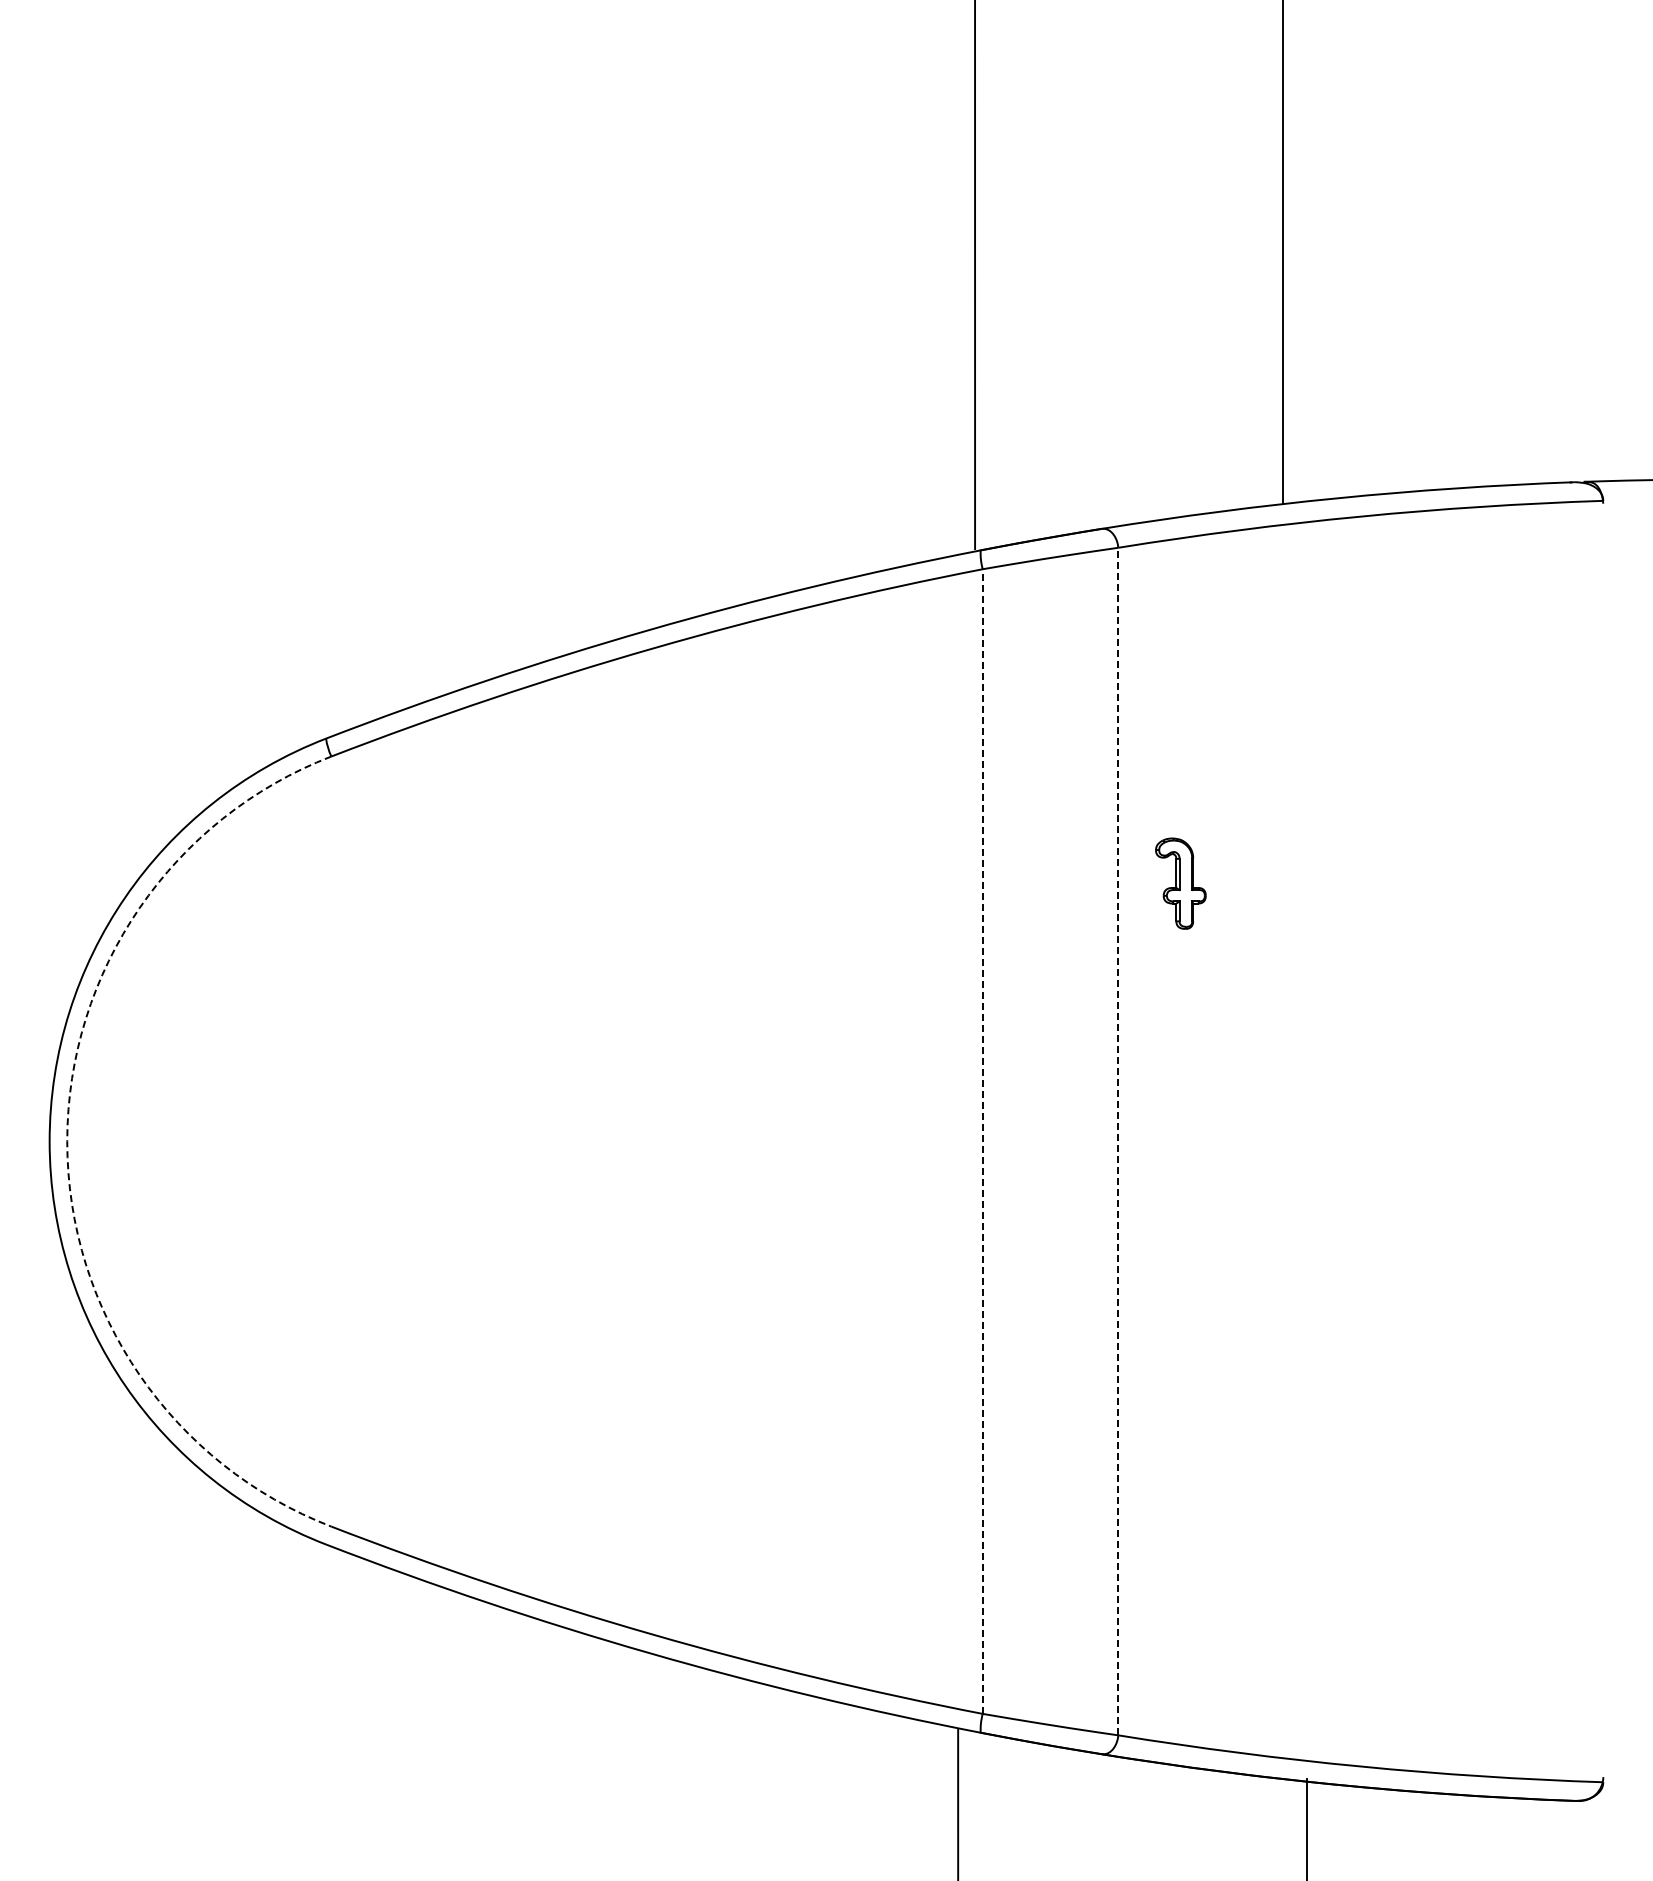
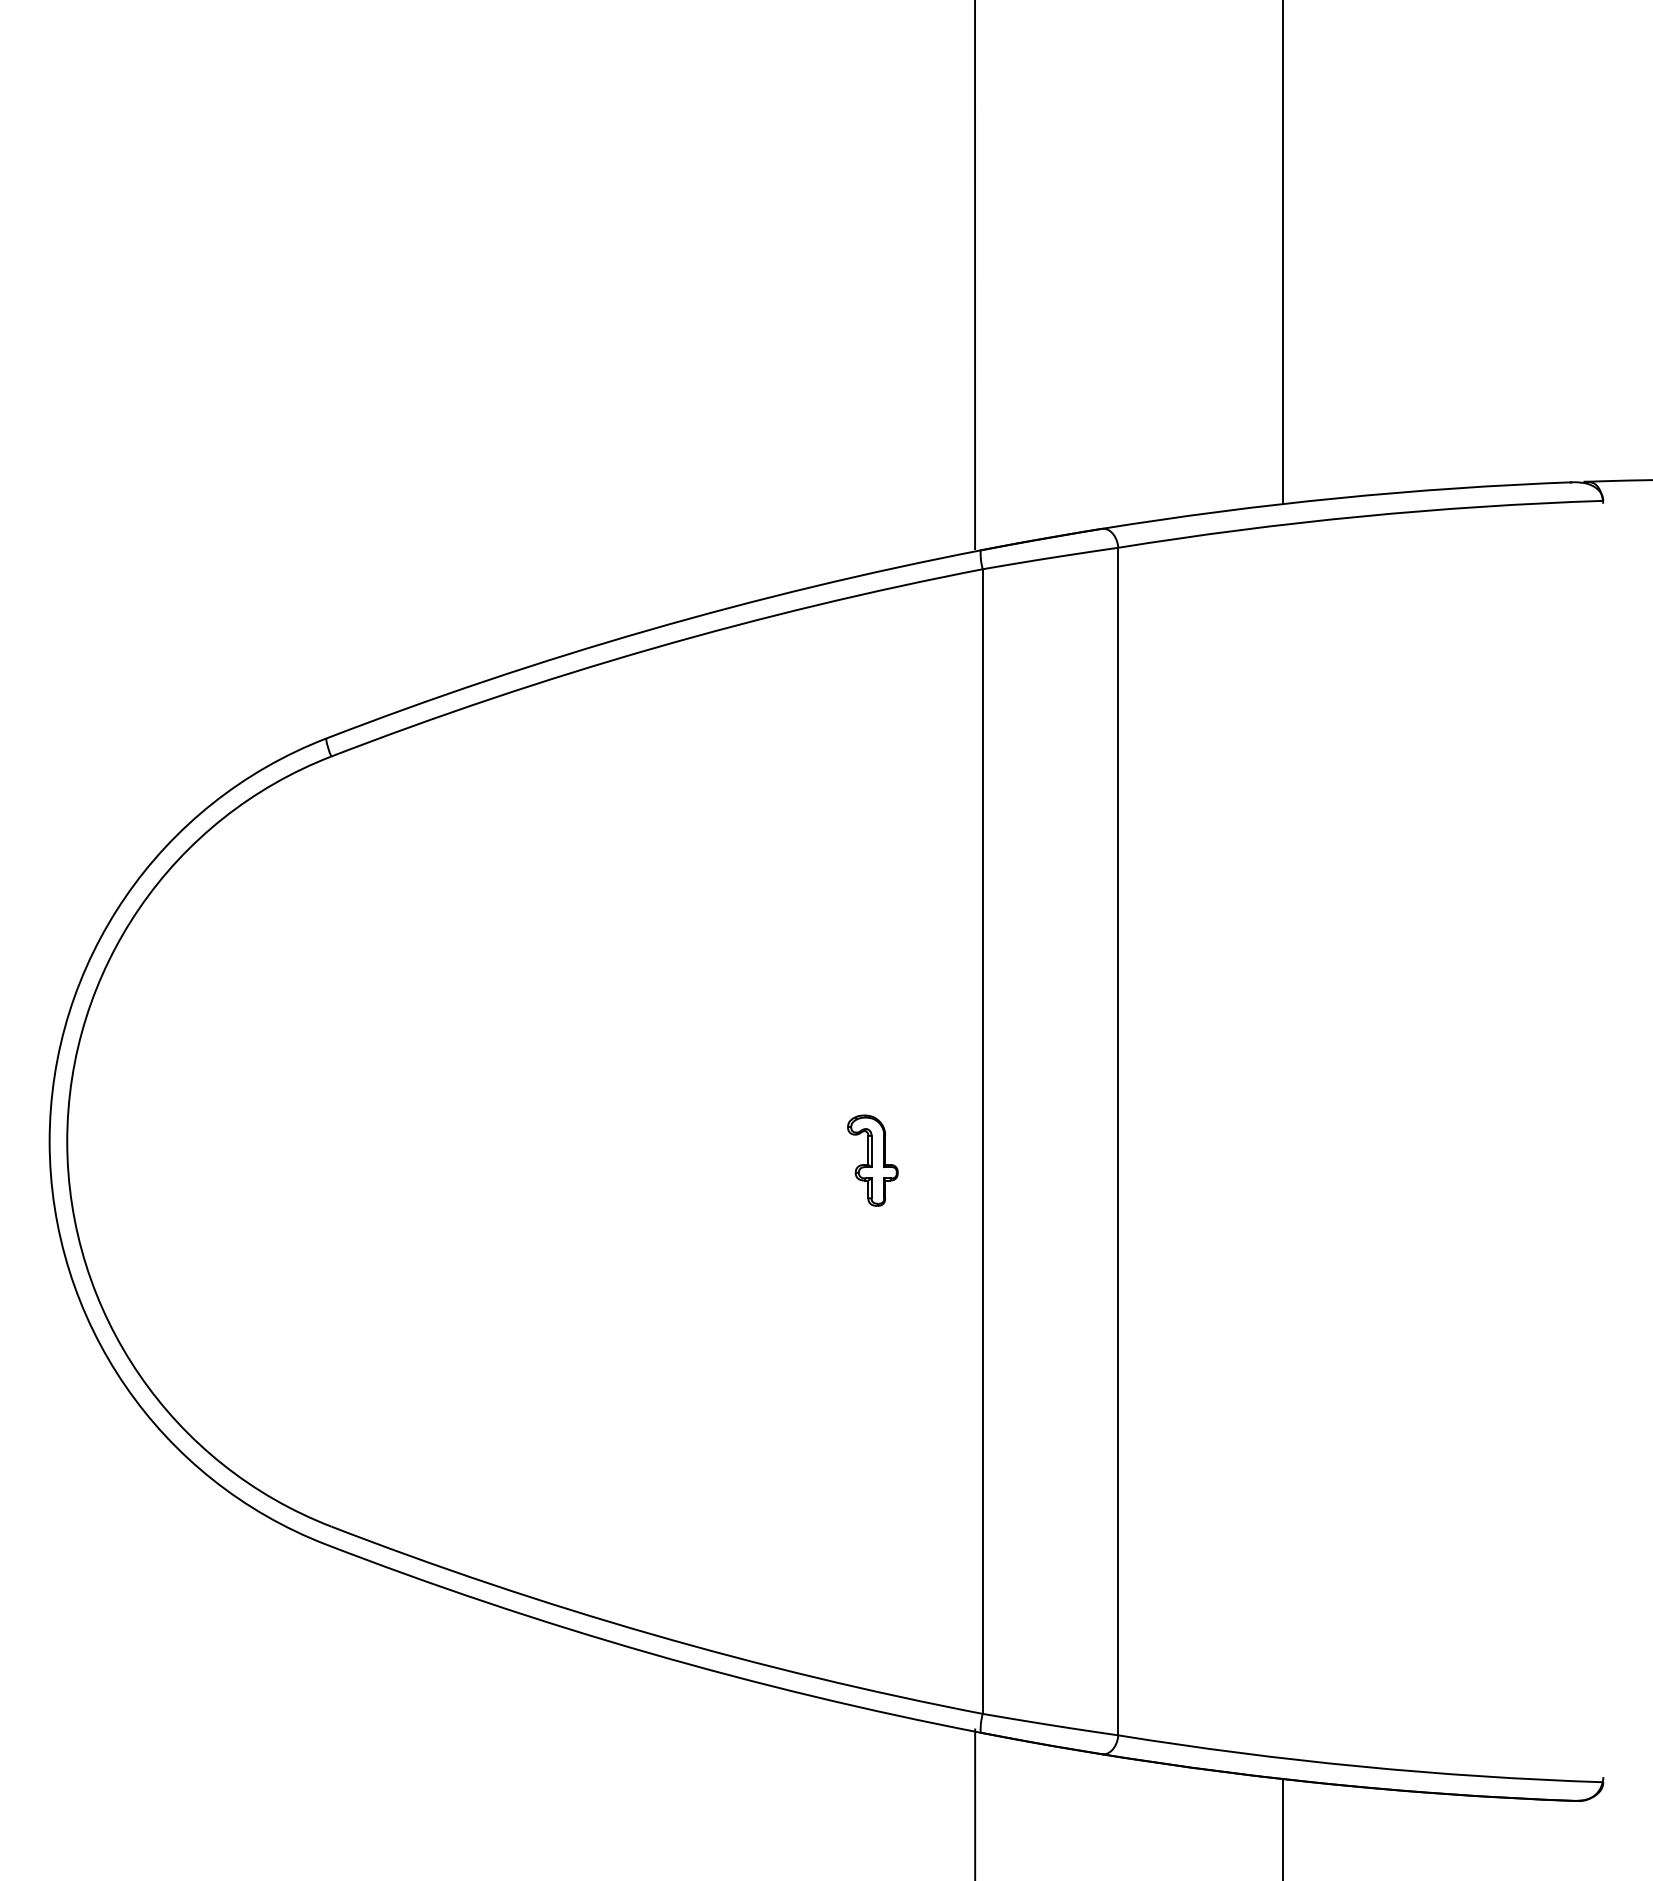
part at (1180, 883) position: (1180, 883) -> (872, 1160)
arc at (67, 1141): dashed -> solid
line at (982, 1141): dashed -> solid
line at (1118, 1141): dashed -> solid
line at (958, 1803) position: (958, 1803) -> (975, 1803)
line at (1307, 1828) position: (1307, 1828) -> (1283, 1828)
